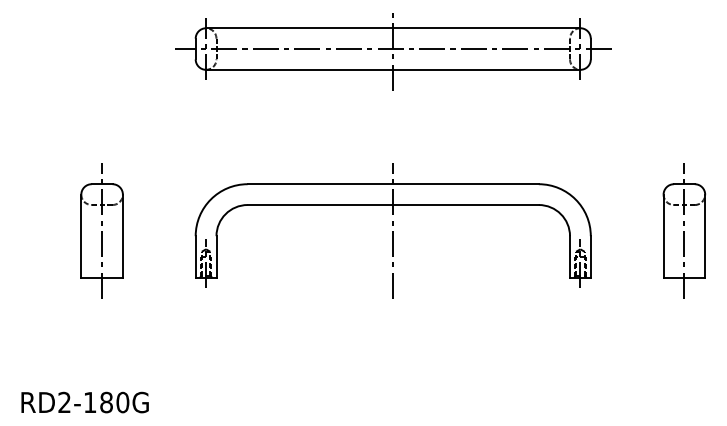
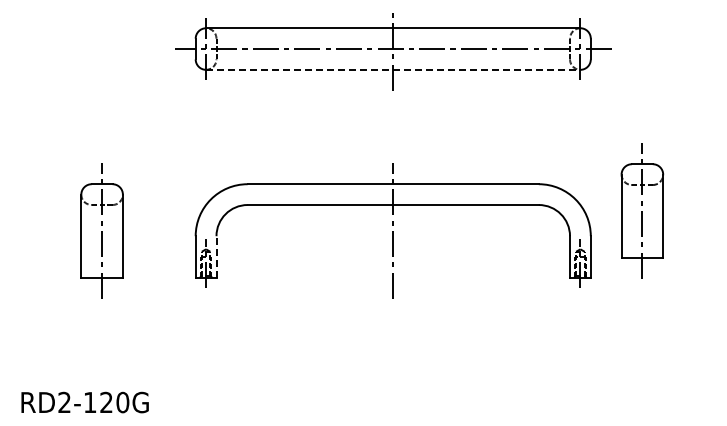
line at (393, 69): solid -> dashed
part at (684, 230) position: (684, 230) -> (642, 210)
line at (216, 257): solid -> dashed
text at (106, 402): RD2-180G -> RD2-120G
